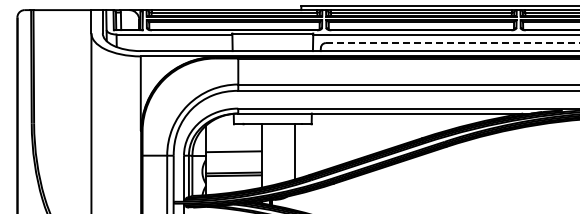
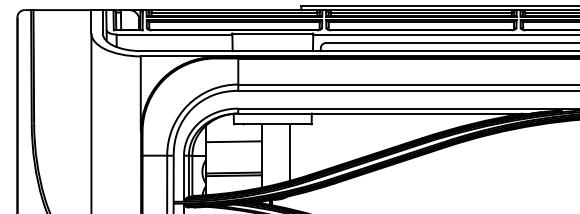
line at (452, 43): dashed -> solid
line at (233, 151) position: (233, 151) -> (233, 141)
line at (295, 151) position: (295, 151) -> (290, 151)
